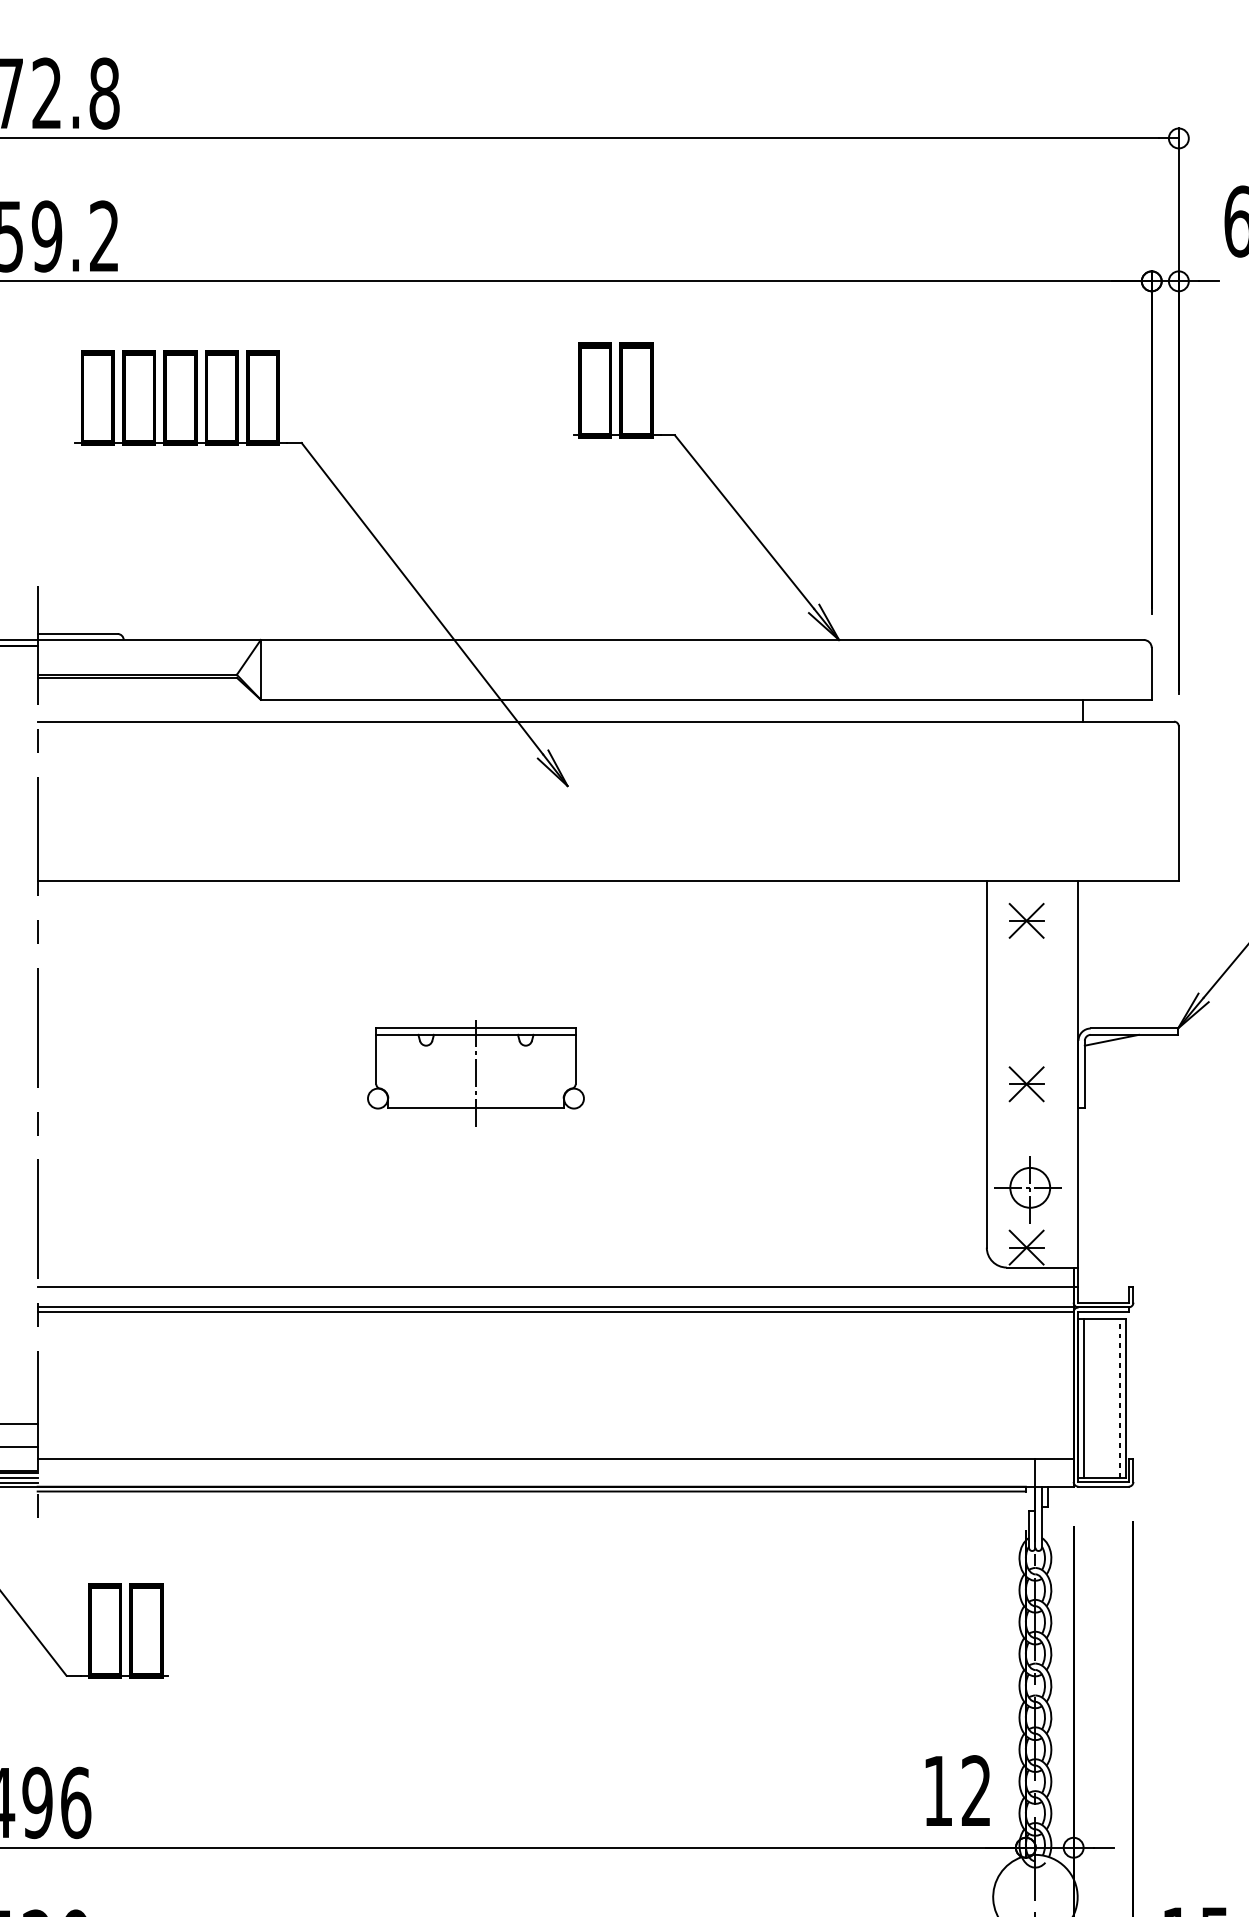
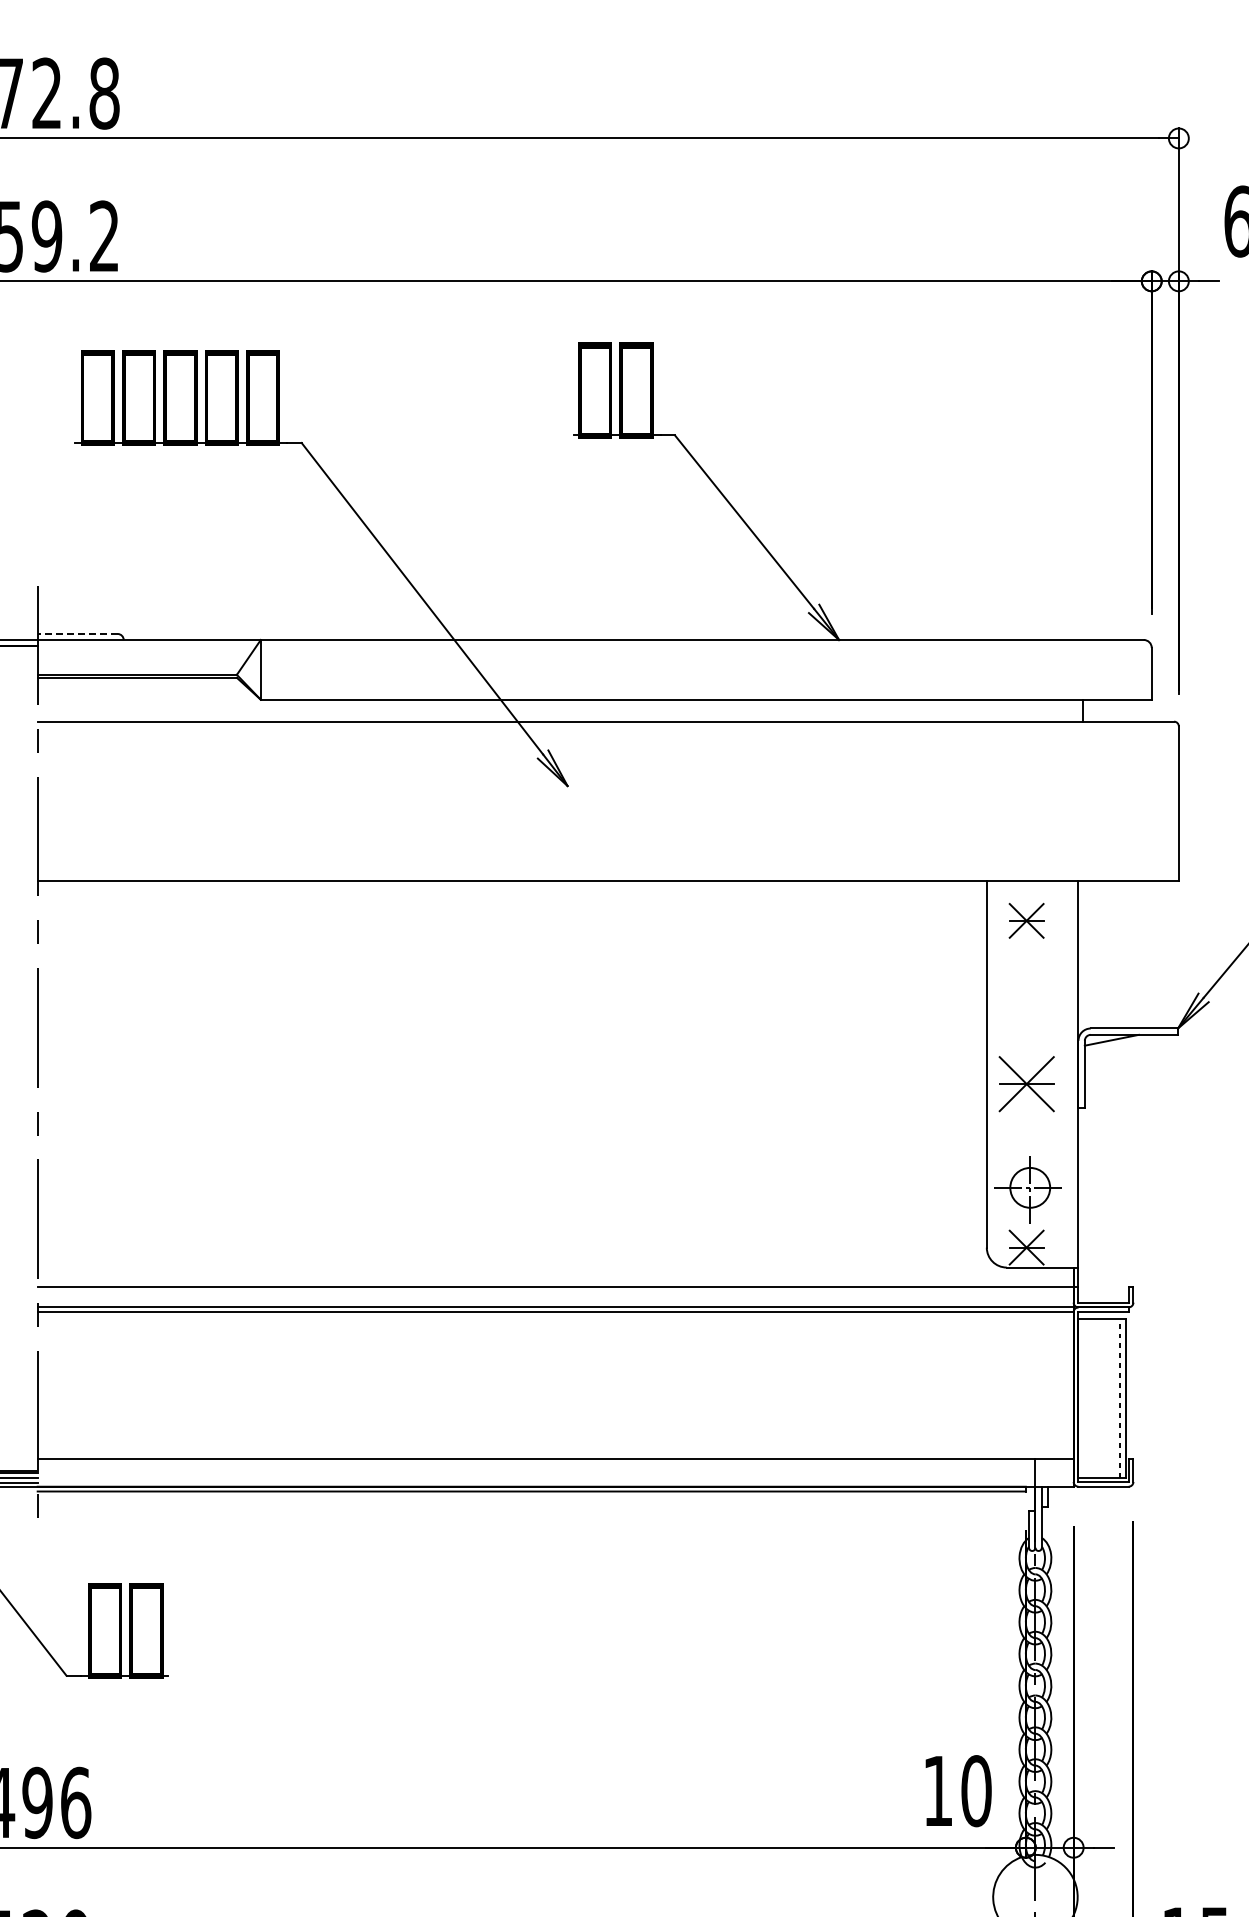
line at (77, 634): solid -> dashed
part at (475, 1073): present -> none
part at (1026, 1084) size: 37x37 px -> 57x57 px
line at (1084, 1397): present -> none
line at (19, 1424): present -> none
line at (19, 1446): present -> none
text at (976, 1791): 12 -> 10
